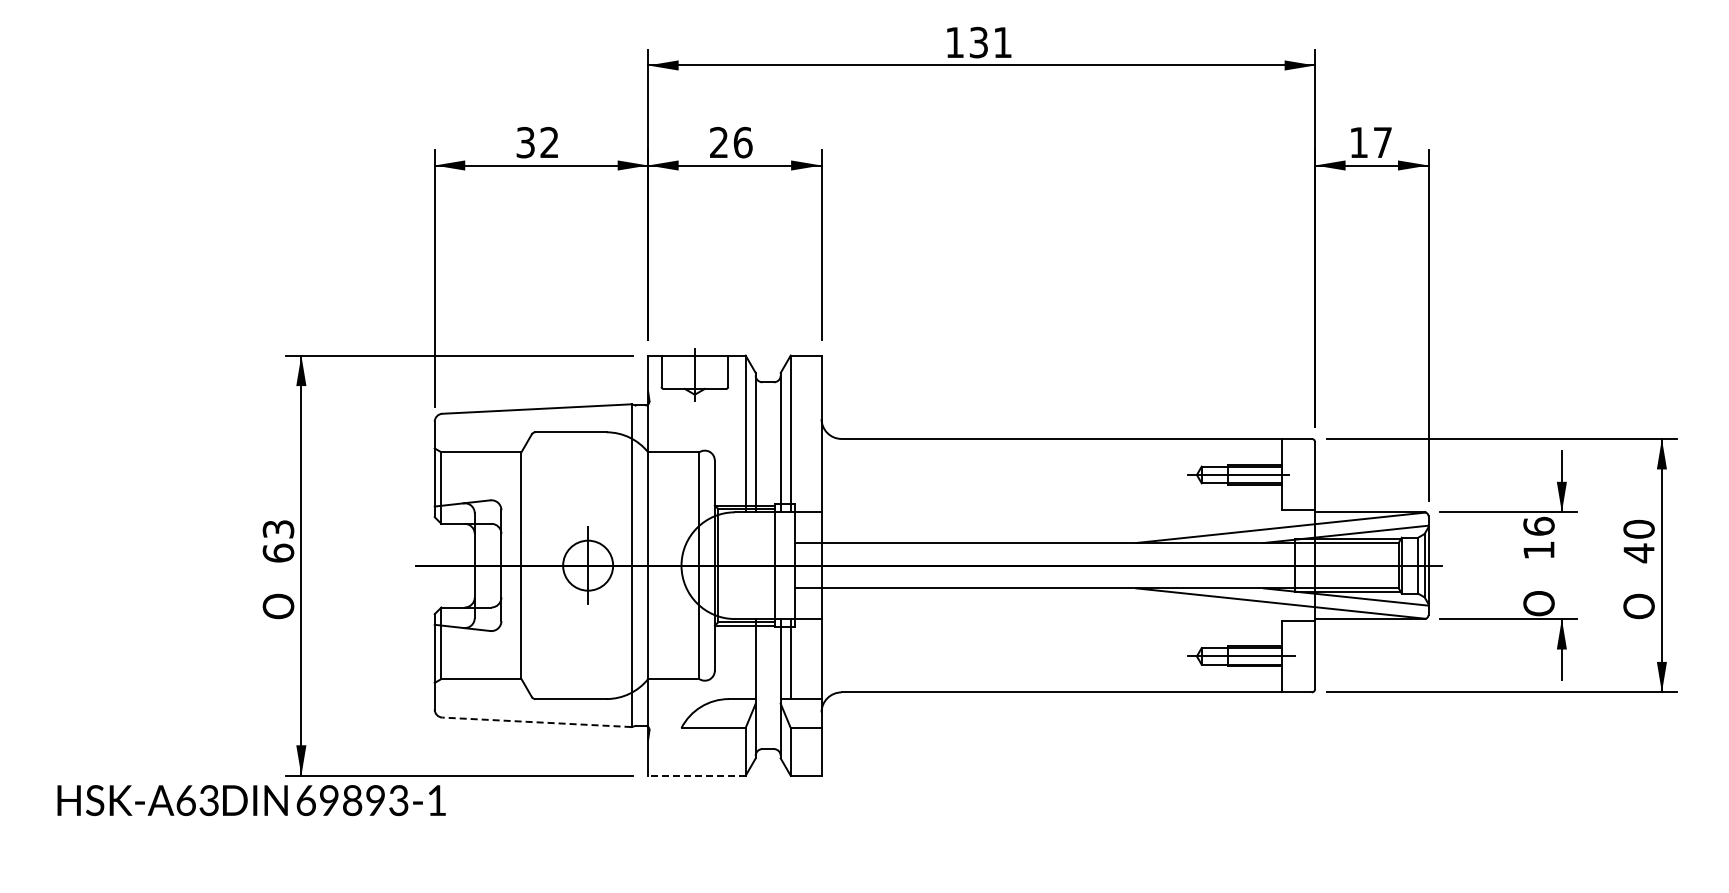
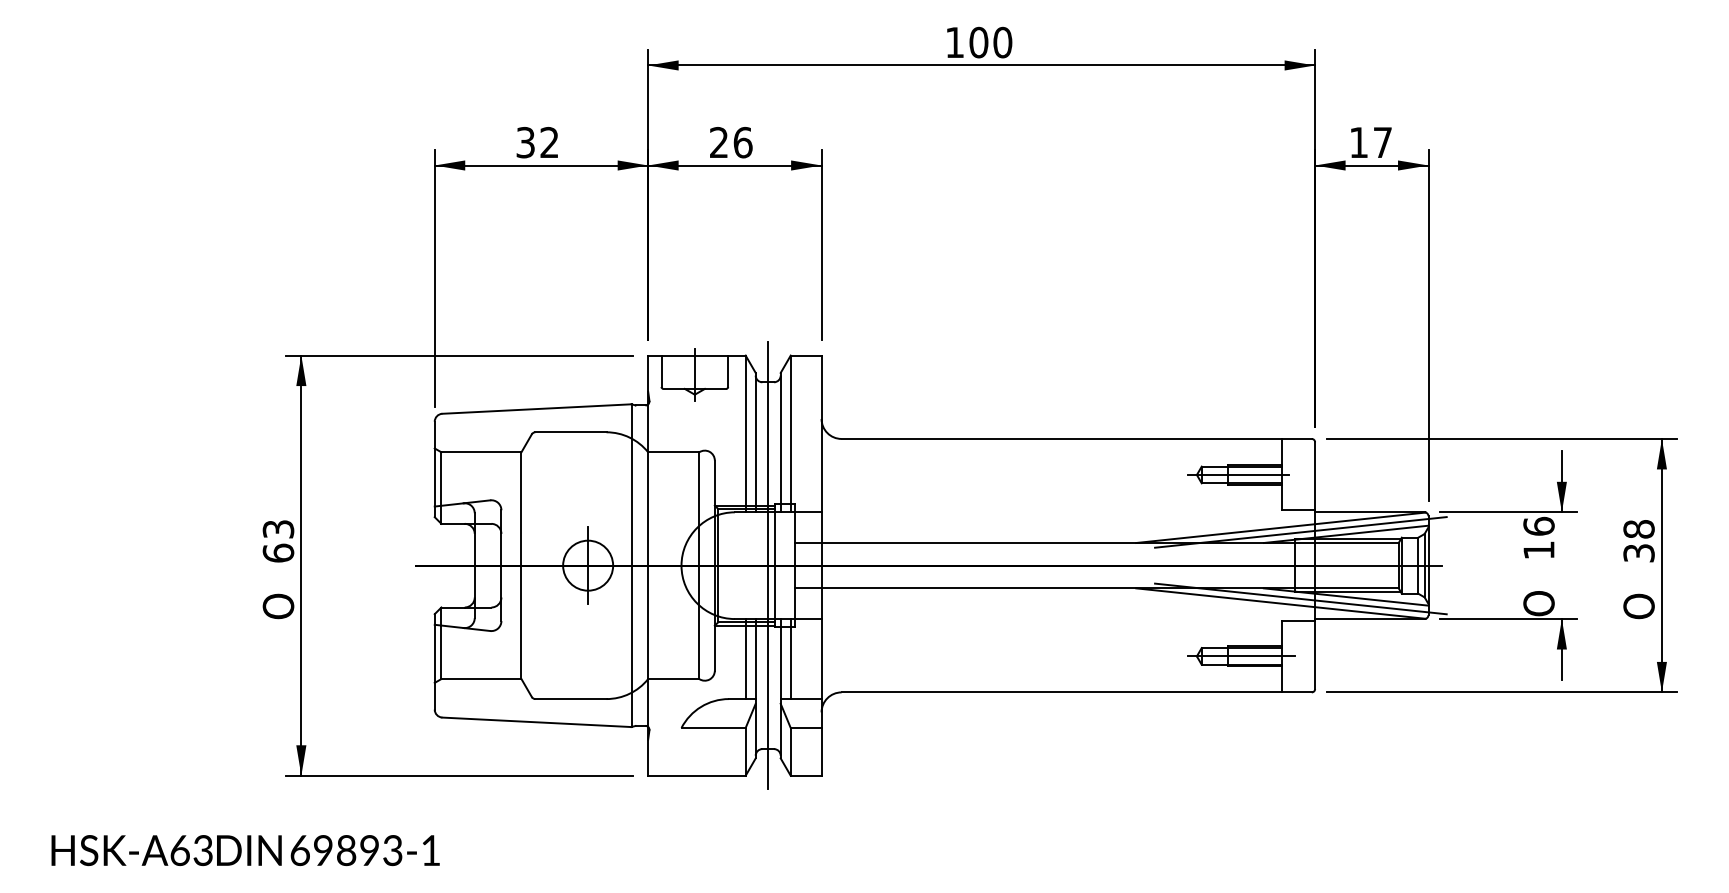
text at (990, 42): 131 -> 100
line at (1300, 532): none -> present
text at (1638, 541): 40 -> 38
line at (768, 565): none -> present
line at (1300, 598): none -> present
line at (745, 659): none -> present
line at (536, 722): dashed -> solid
line at (696, 775): dashed -> solid
text at (251, 800) position: (251, 800) -> (245, 850)
